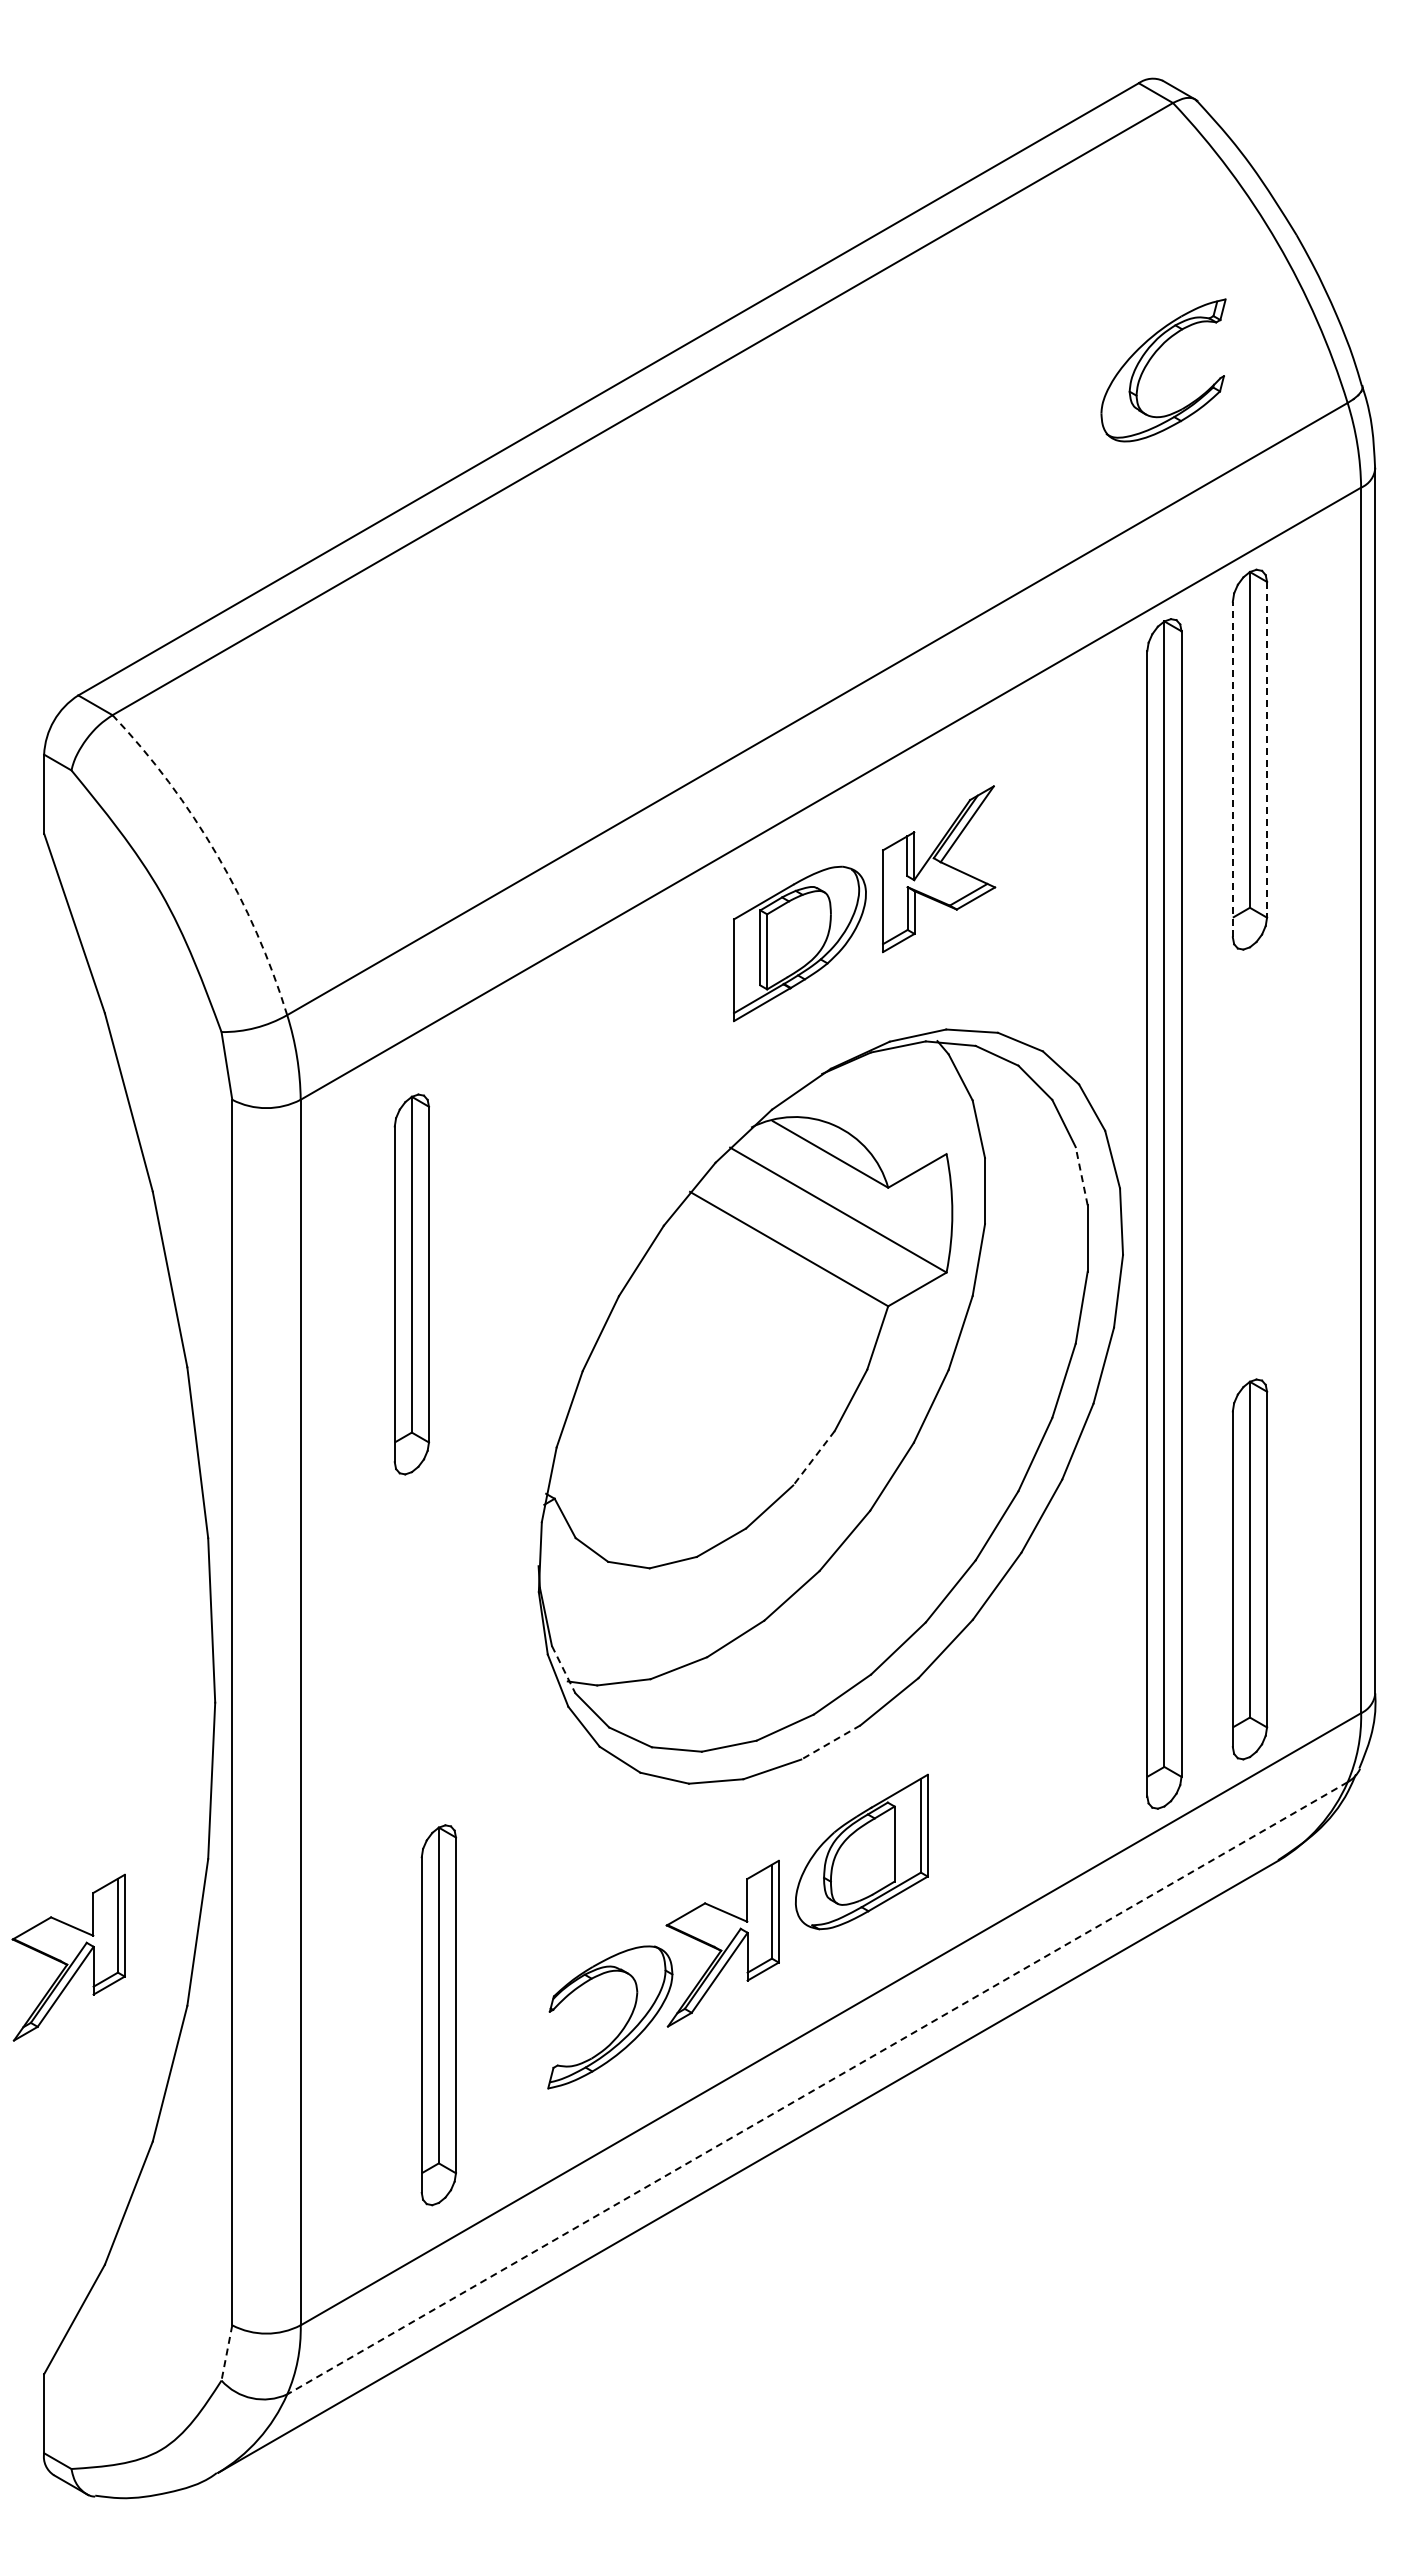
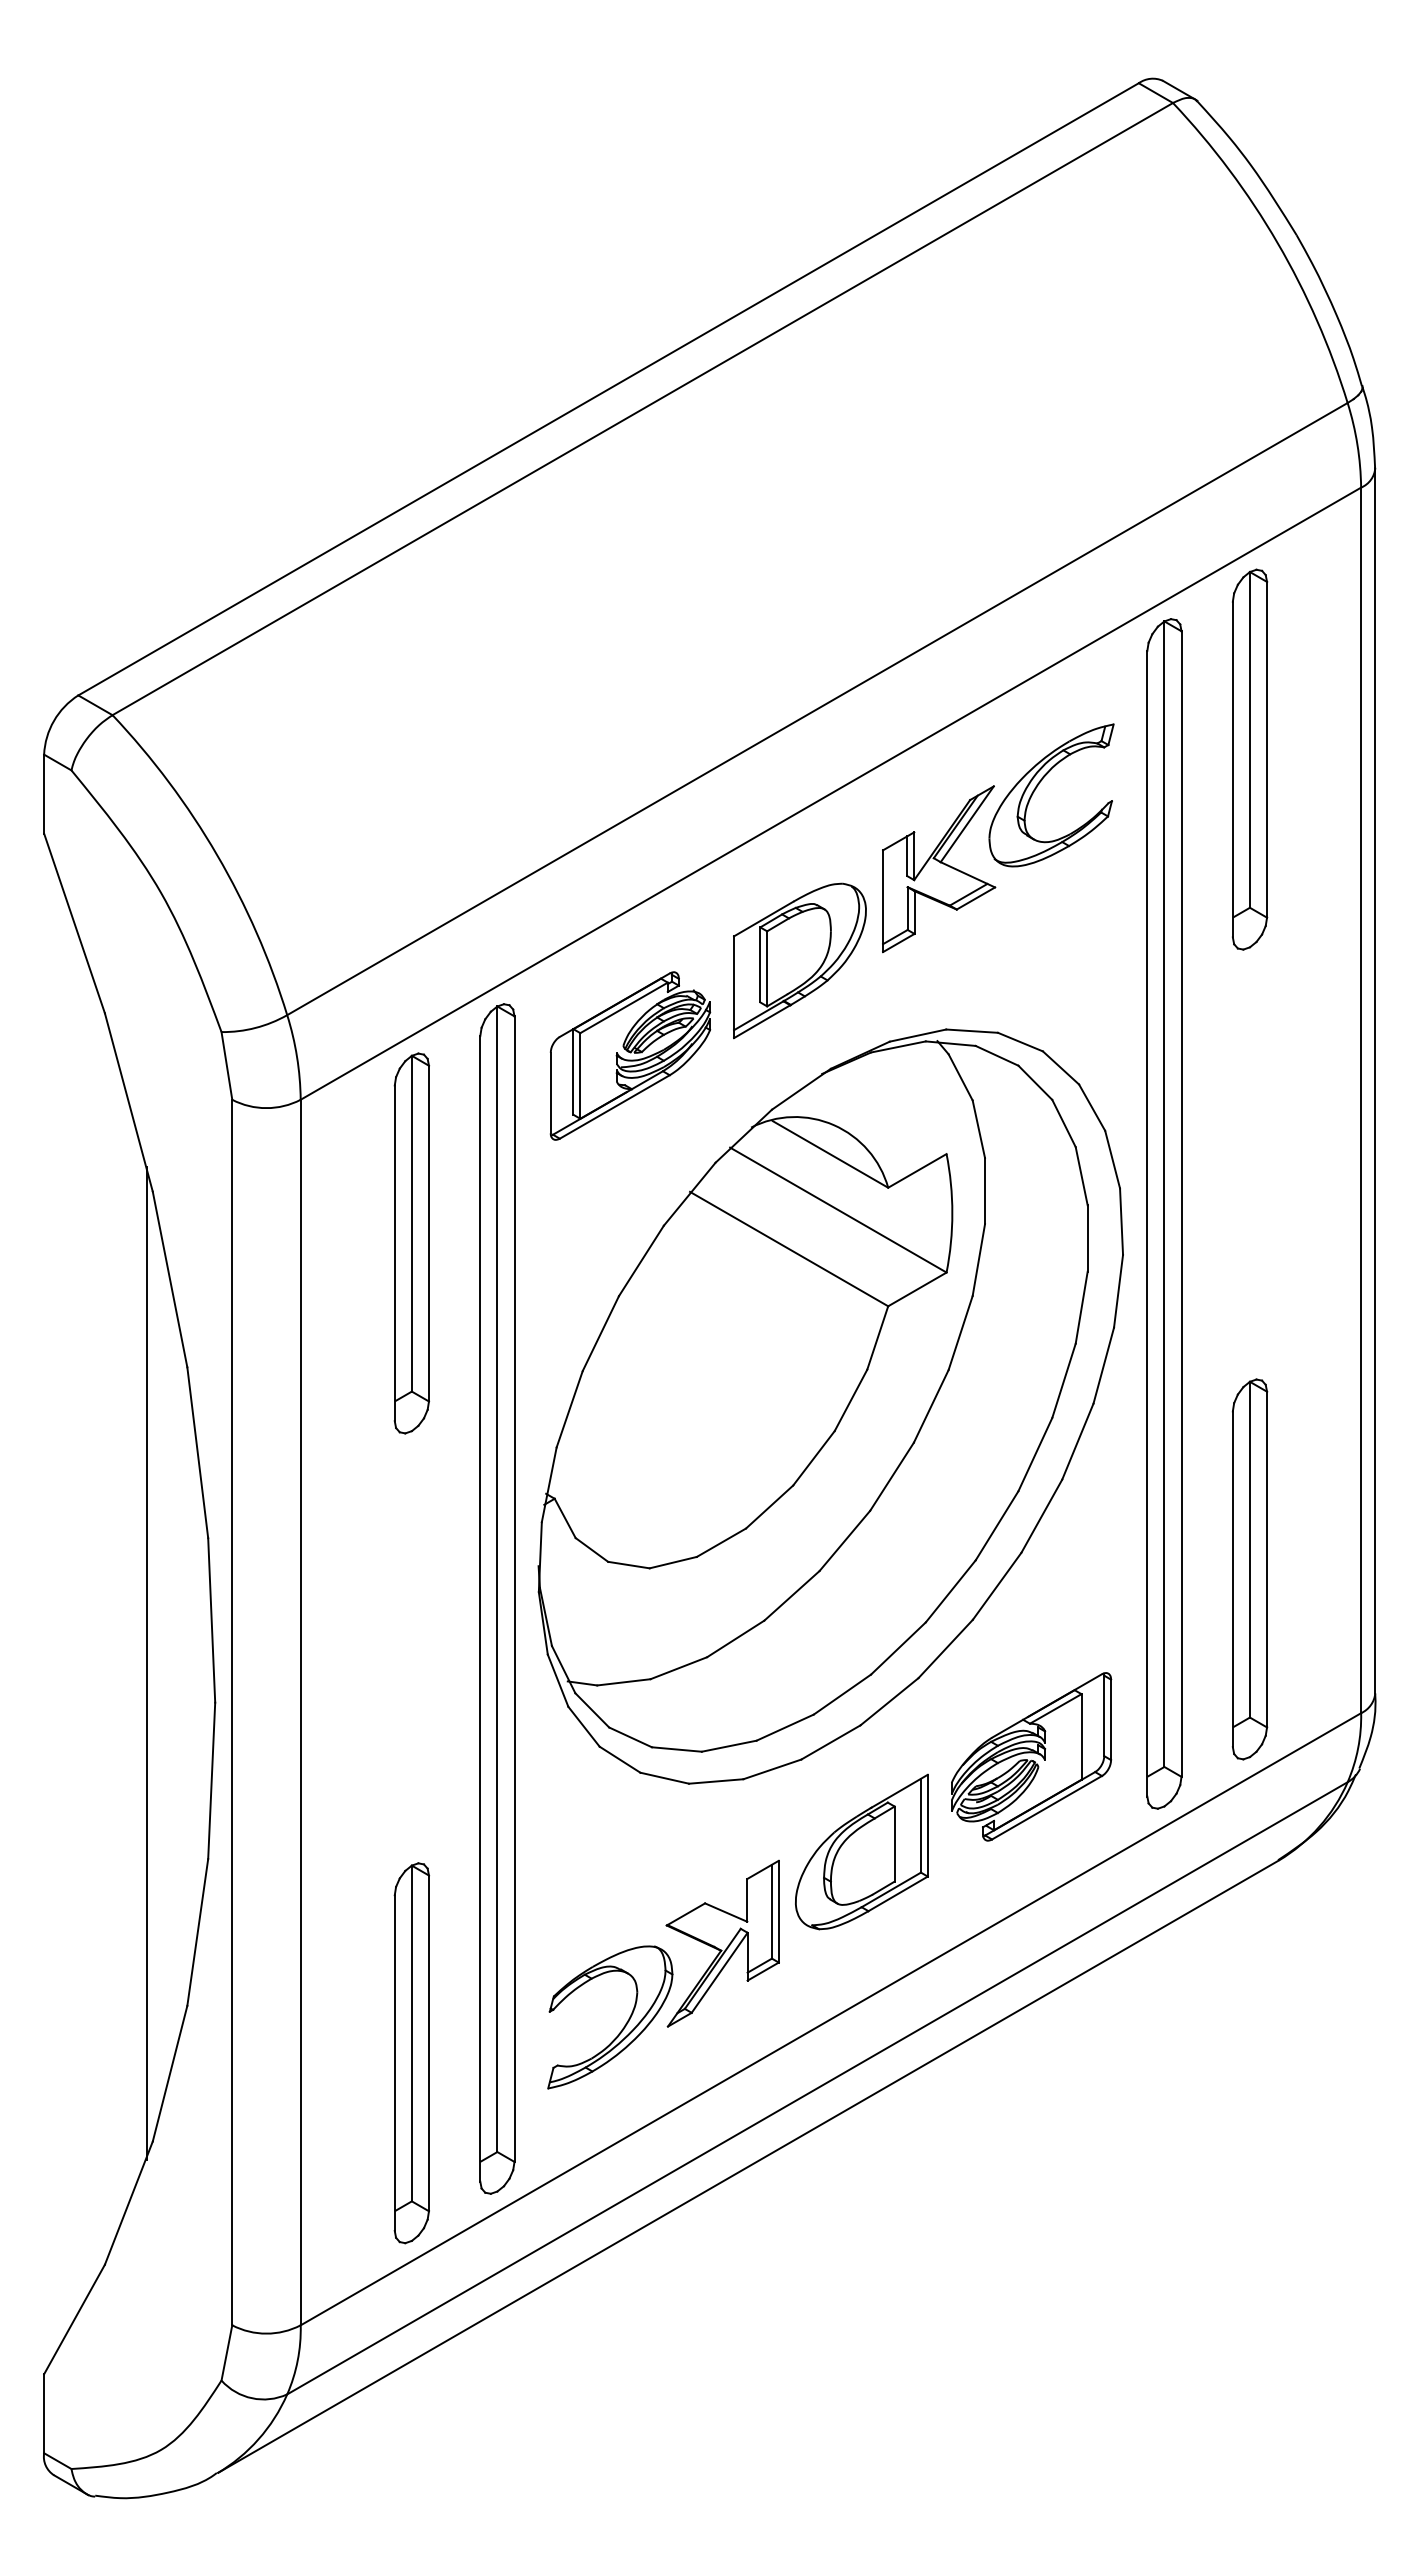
part at (1149, 362) position: (1149, 362) -> (1037, 787)
line at (1267, 749): dashed -> solid
line at (1232, 769): dashed -> solid
arc at (217, 855): dashed -> solid
part at (799, 943) position: (799, 943) -> (799, 960)
part at (630, 1055): none -> present
line at (1081, 1176): dashed -> solid
part at (411, 1284) position: (411, 1284) -> (411, 1243)
line at (813, 1458): dashed -> solid
part at (497, 1598): none -> present
line at (146, 1662): none -> present
line at (563, 1670): dashed -> solid
line at (830, 1742): dashed -> solid
part at (1031, 1756): none -> present
part at (68, 1957): present -> none
part at (438, 2015) position: (438, 2015) -> (411, 2053)
line at (817, 2088): dashed -> solid
line at (226, 2353): dashed -> solid
